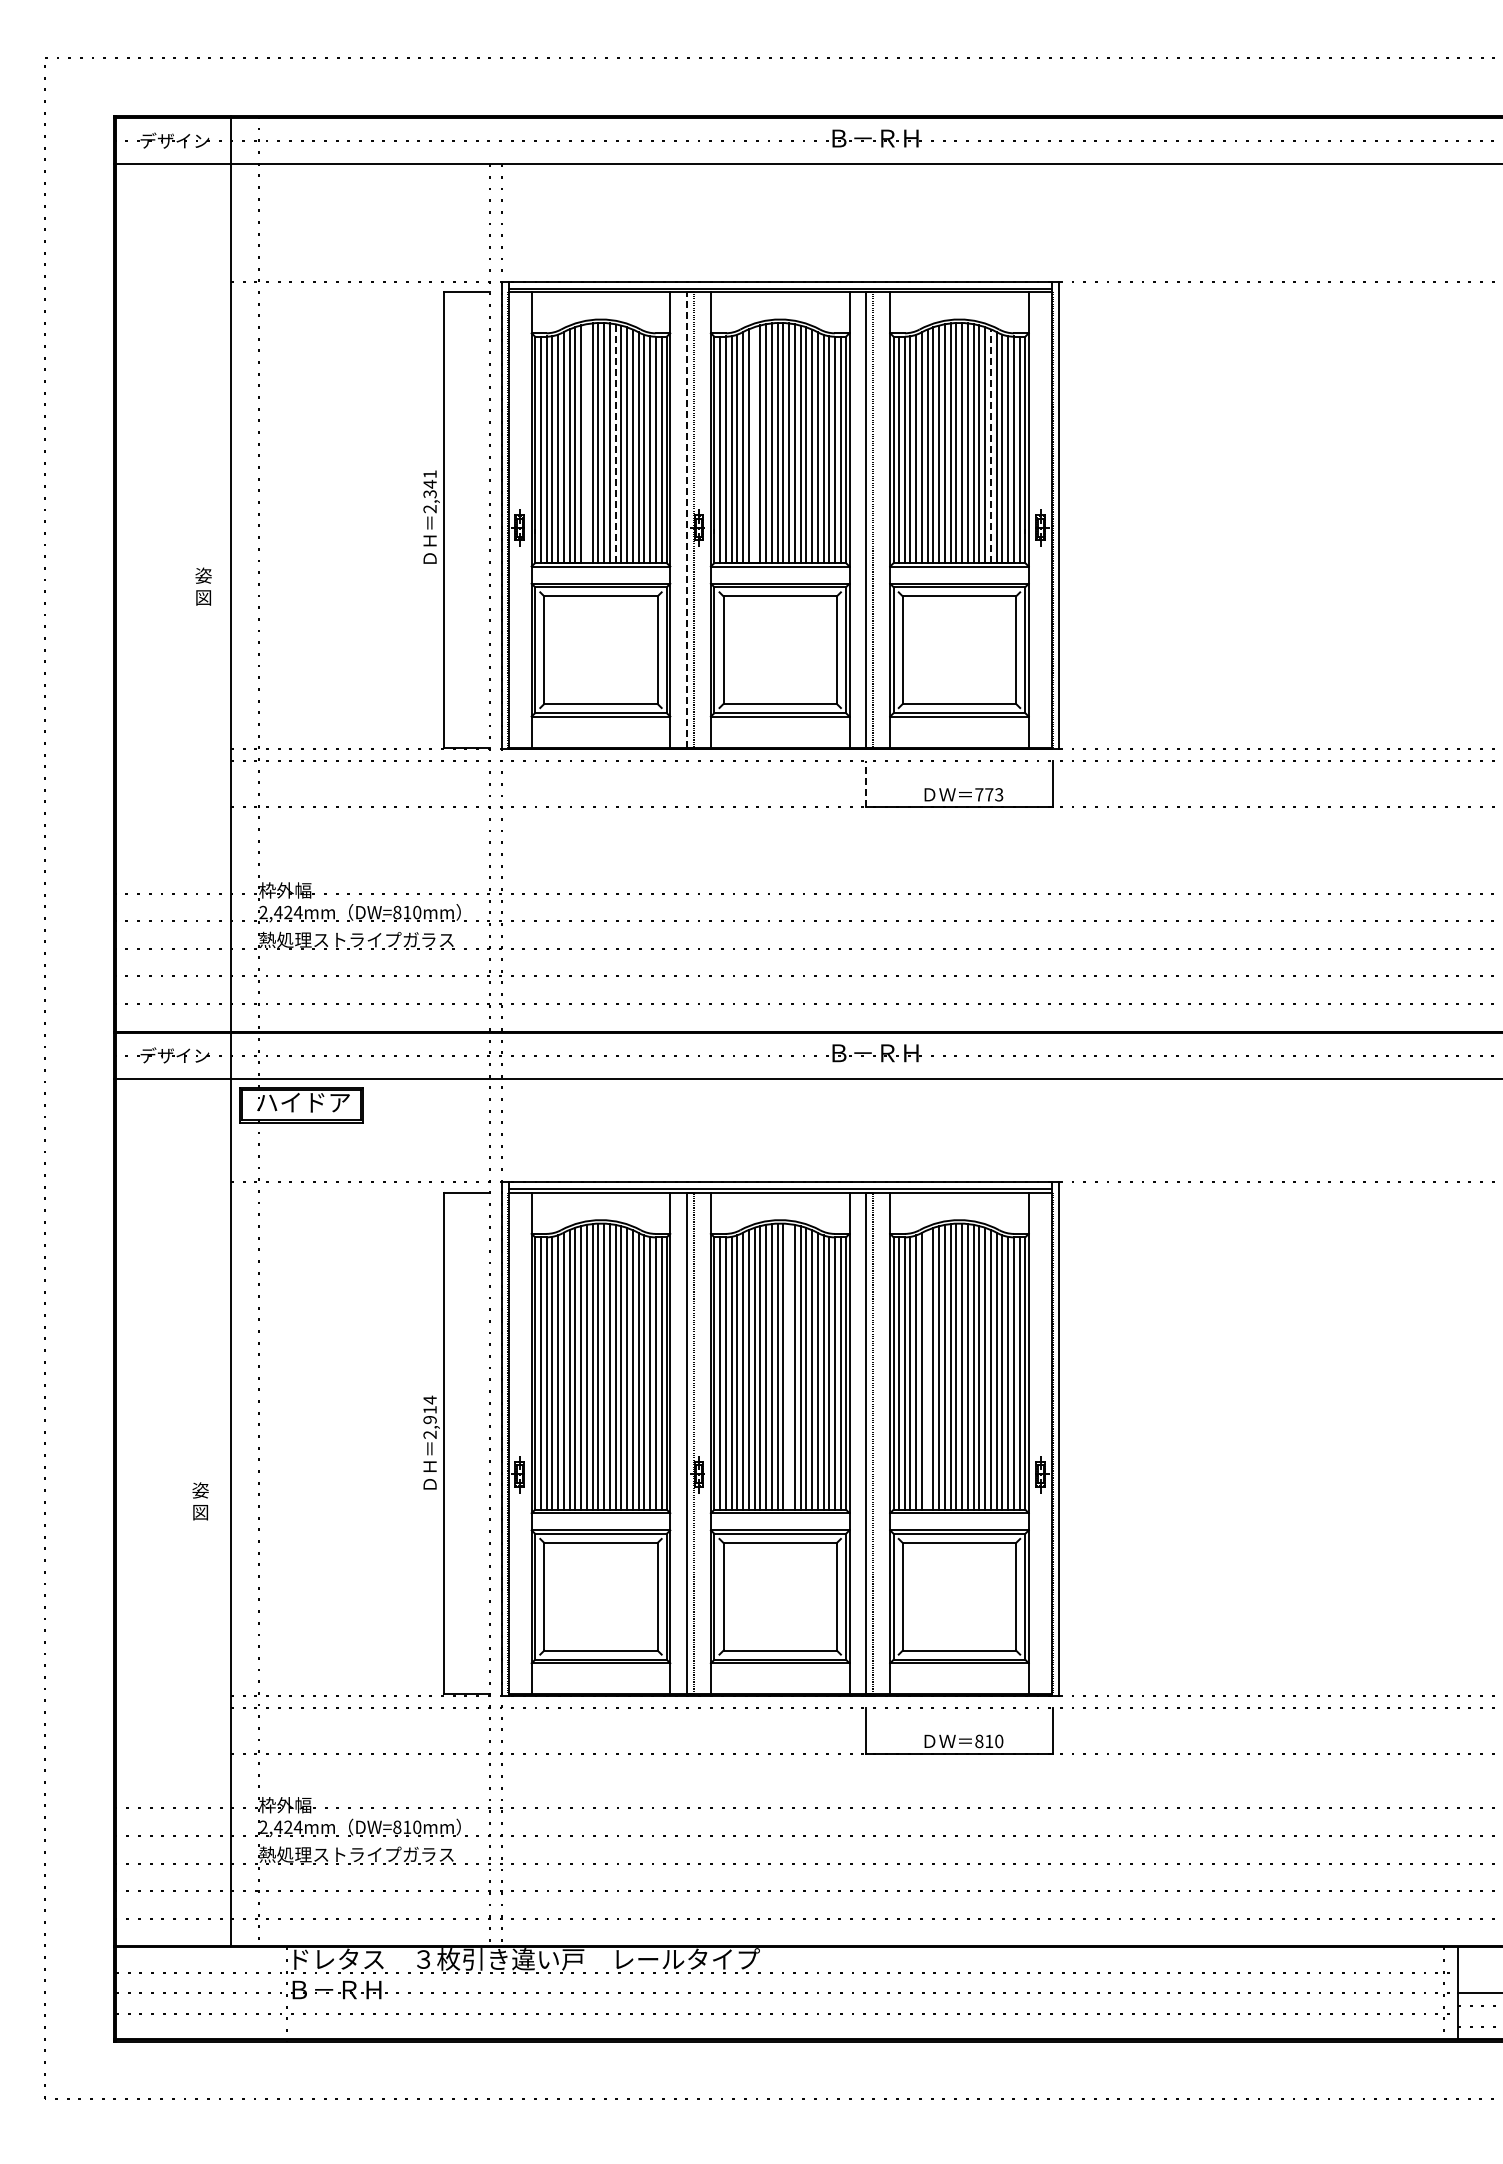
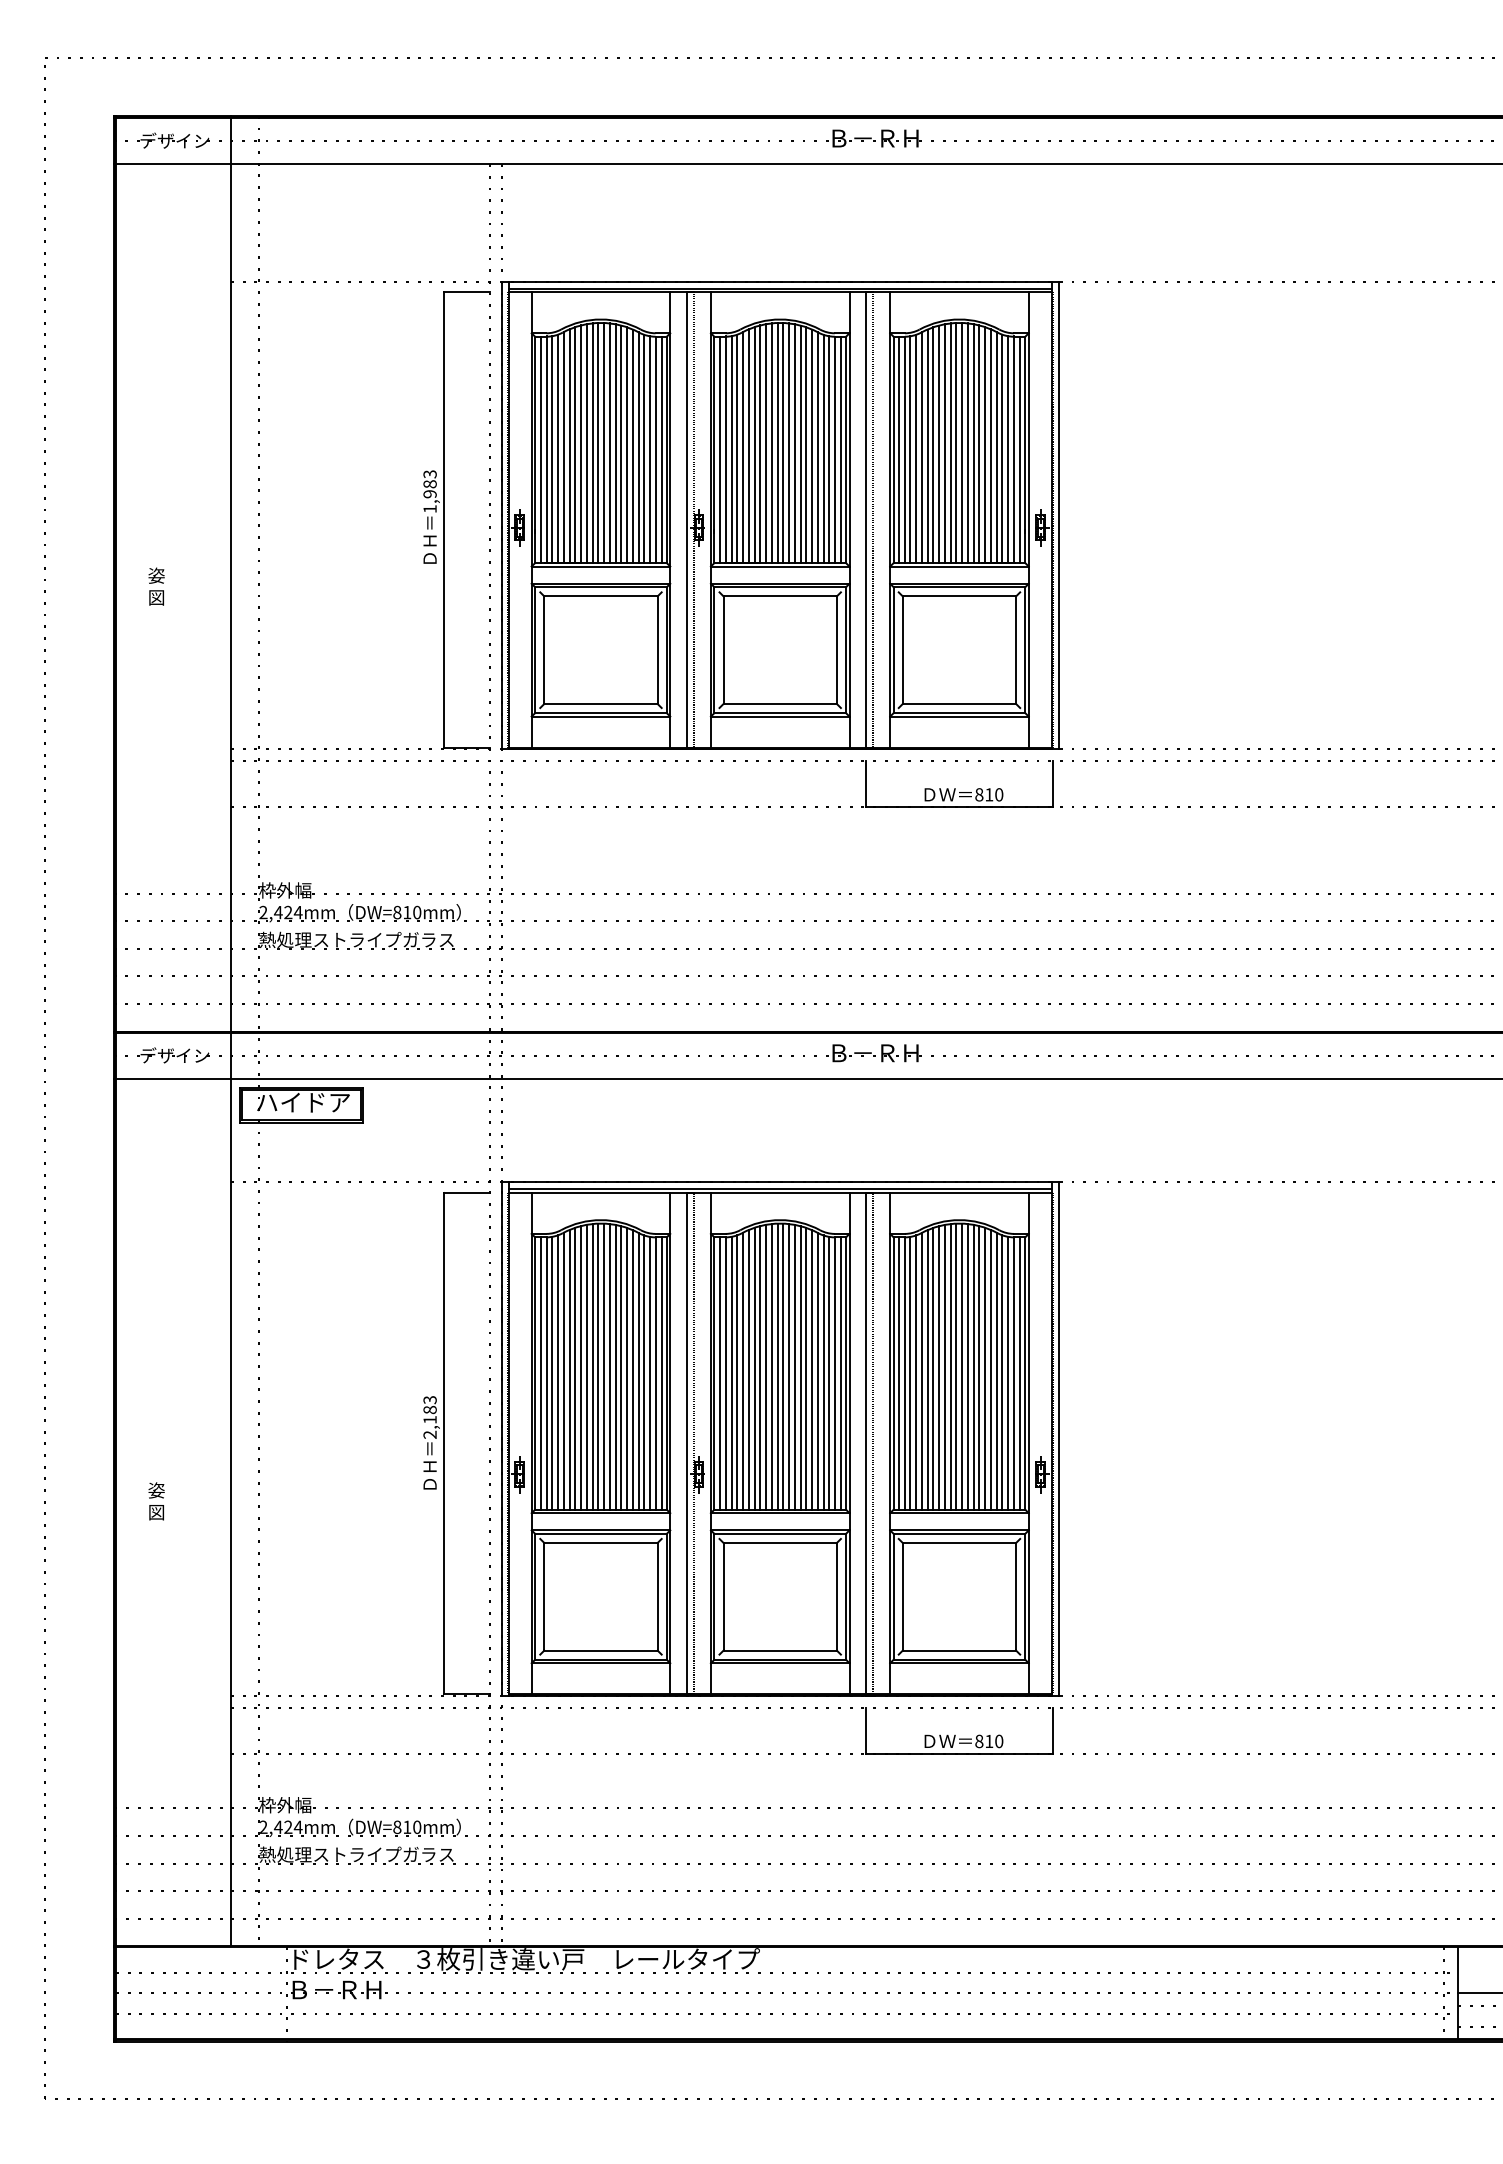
line at (586, 443): none -> present
line at (615, 443): dashed -> solid
line at (754, 445): none -> present
line at (990, 446): dashed -> solid
text at (429, 491): 2,341 -> 1,983
line at (687, 519): dashed -> solid
text at (203, 586) position: (203, 586) -> (156, 586)
line at (866, 783): dashed -> solid
text at (989, 794): 773 -> 810
line at (789, 1366): none -> present
line at (927, 1369): none -> present
text at (429, 1409): 2,914 -> 2,183
text at (200, 1501) position: (200, 1501) -> (156, 1501)
